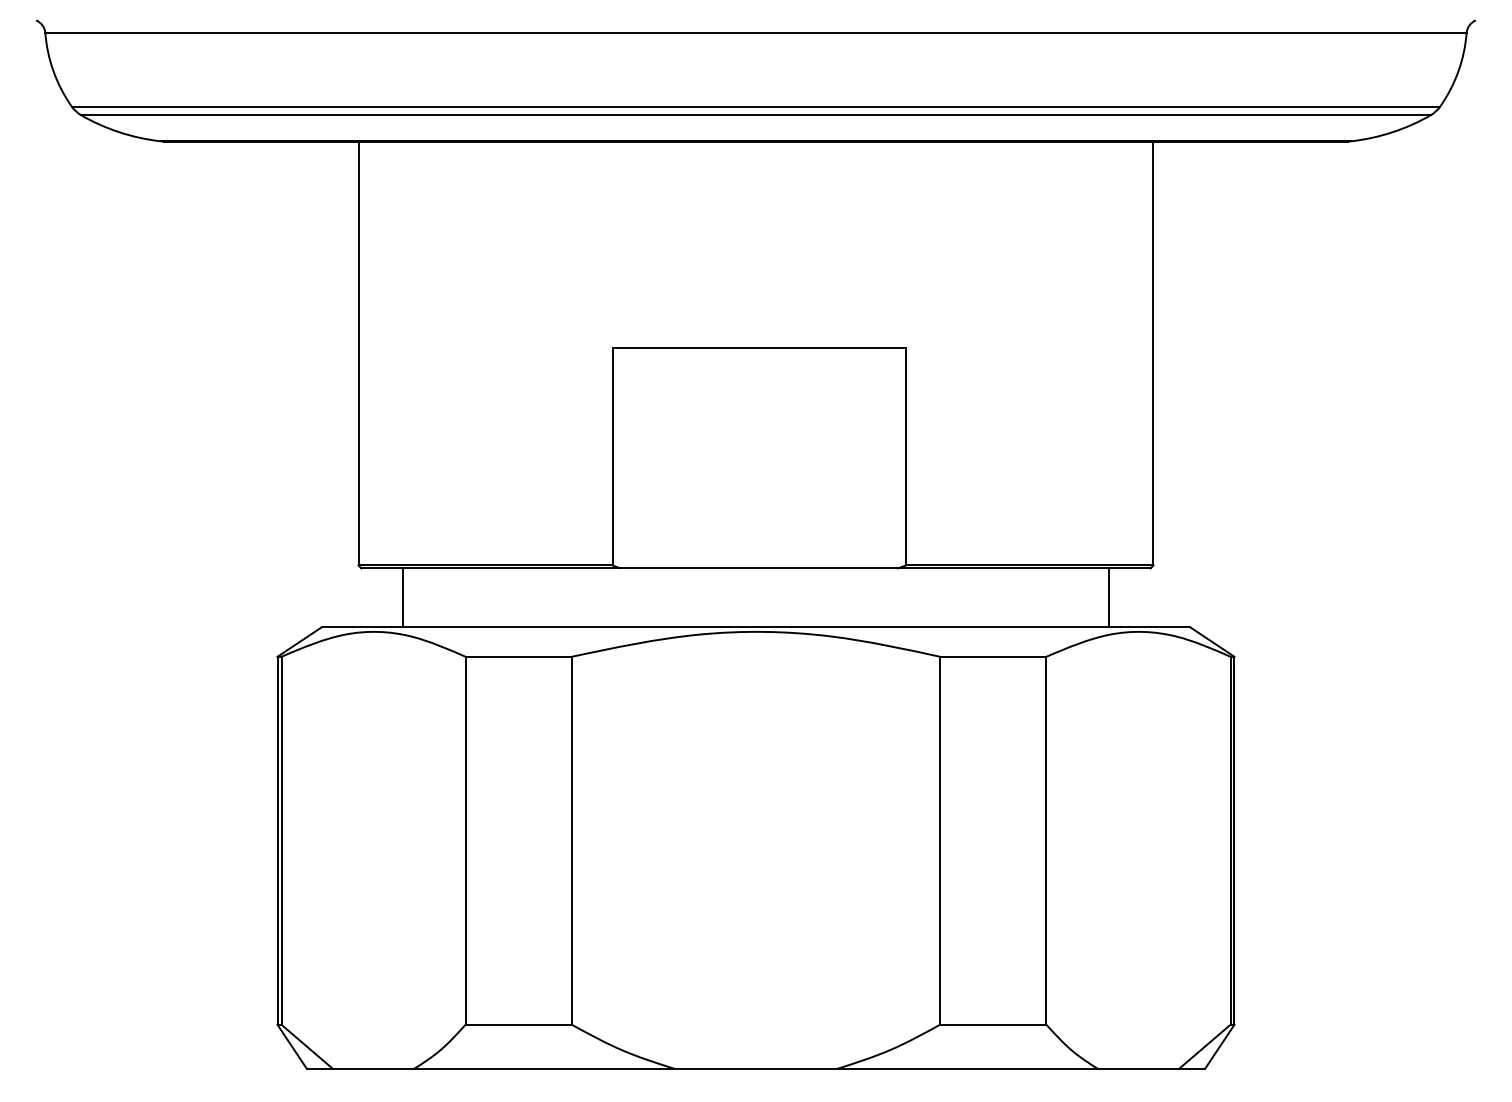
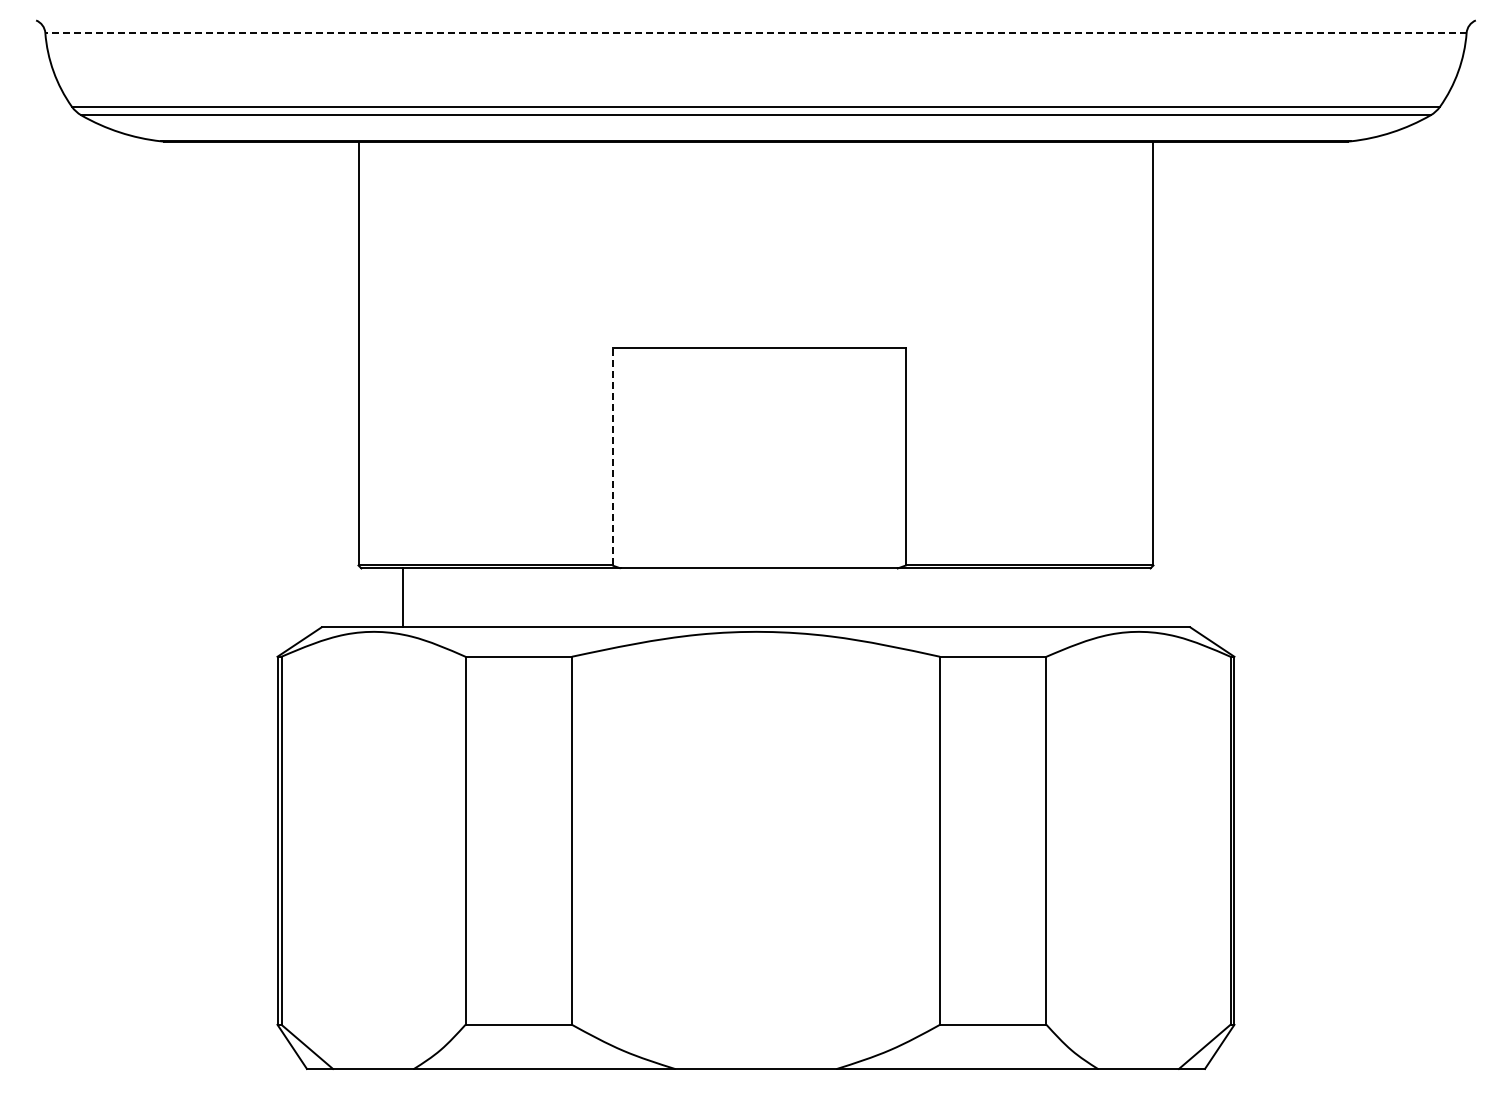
line at (755, 33): solid -> dashed
line at (612, 456): solid -> dashed
line at (1109, 597): present -> none
